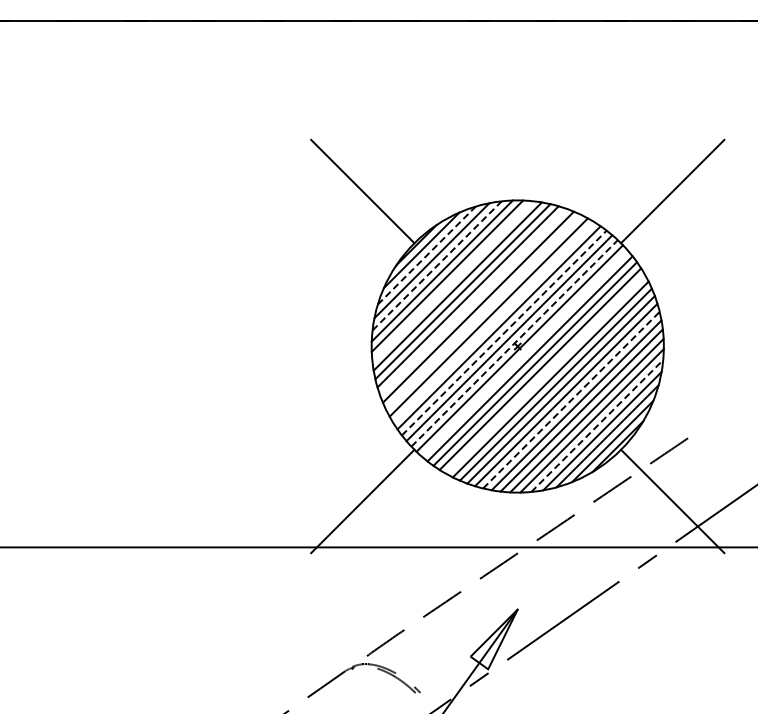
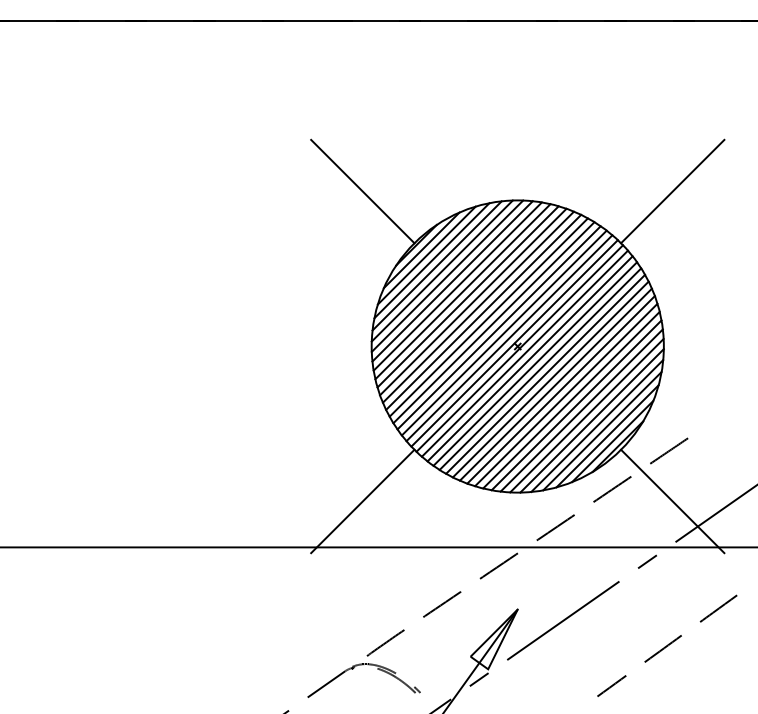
line at (427, 255): dashed -> solid
line at (437, 265): dashed -> solid
line at (452, 281): none -> present
line at (473, 301): none -> present
line at (483, 311): none -> present
line at (493, 322): none -> present
line at (504, 333): dashed -> solid
line at (514, 343): dashed -> solid
line at (524, 353): none -> present
line at (545, 373): none -> present
line at (571, 400): dashed -> solid
line at (597, 425): dashed -> solid
curve at (667, 645): none -> present
